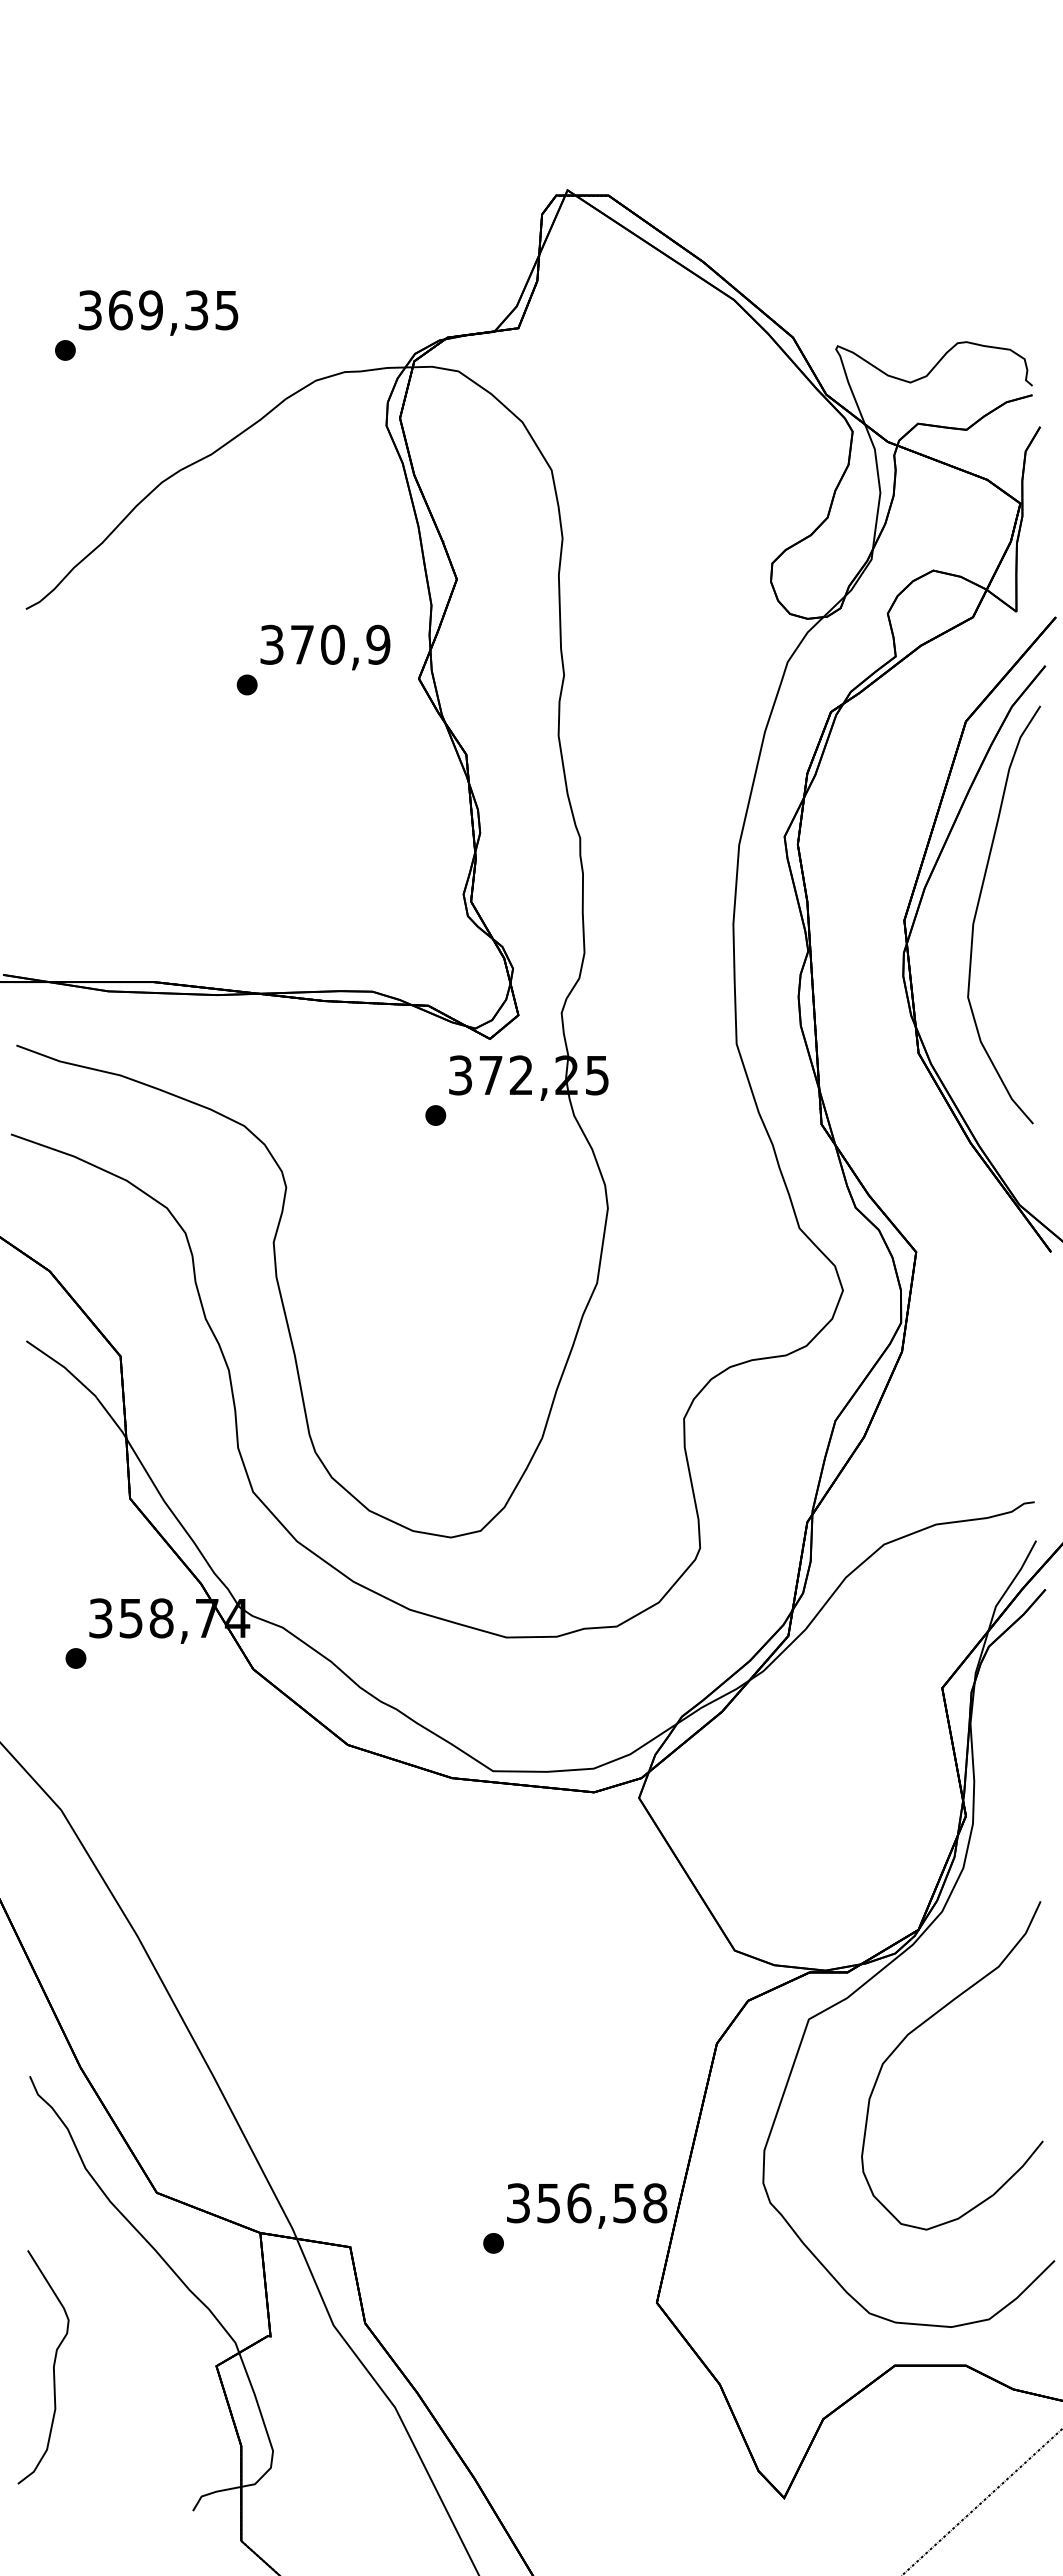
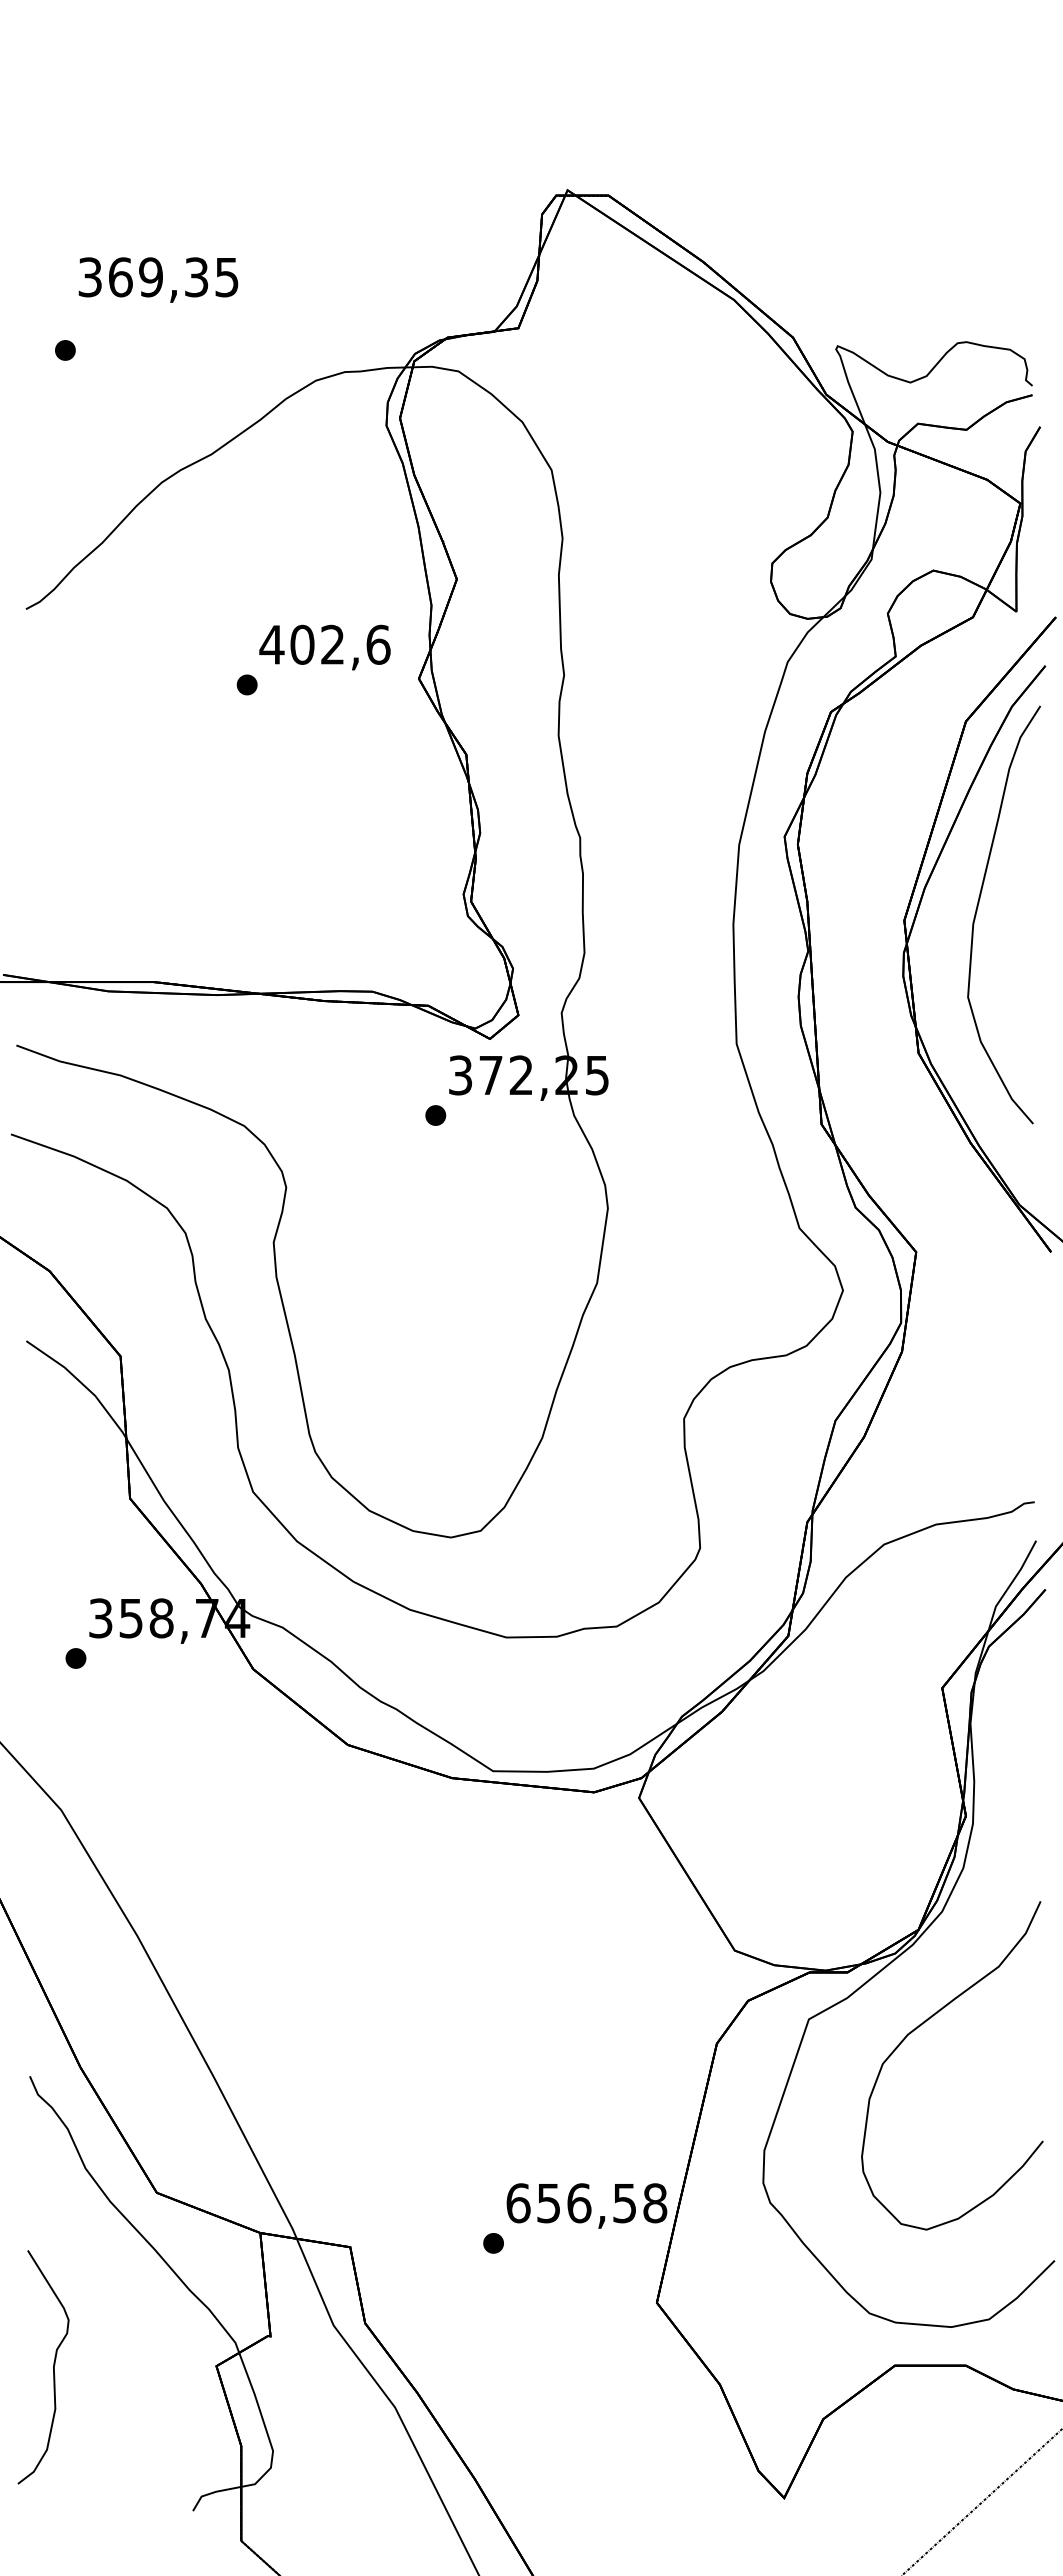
text at (158, 312) position: (158, 312) -> (158, 279)
text at (324, 644): 370,9 -> 402,6
text at (518, 2203): 356,58 -> 656,58
